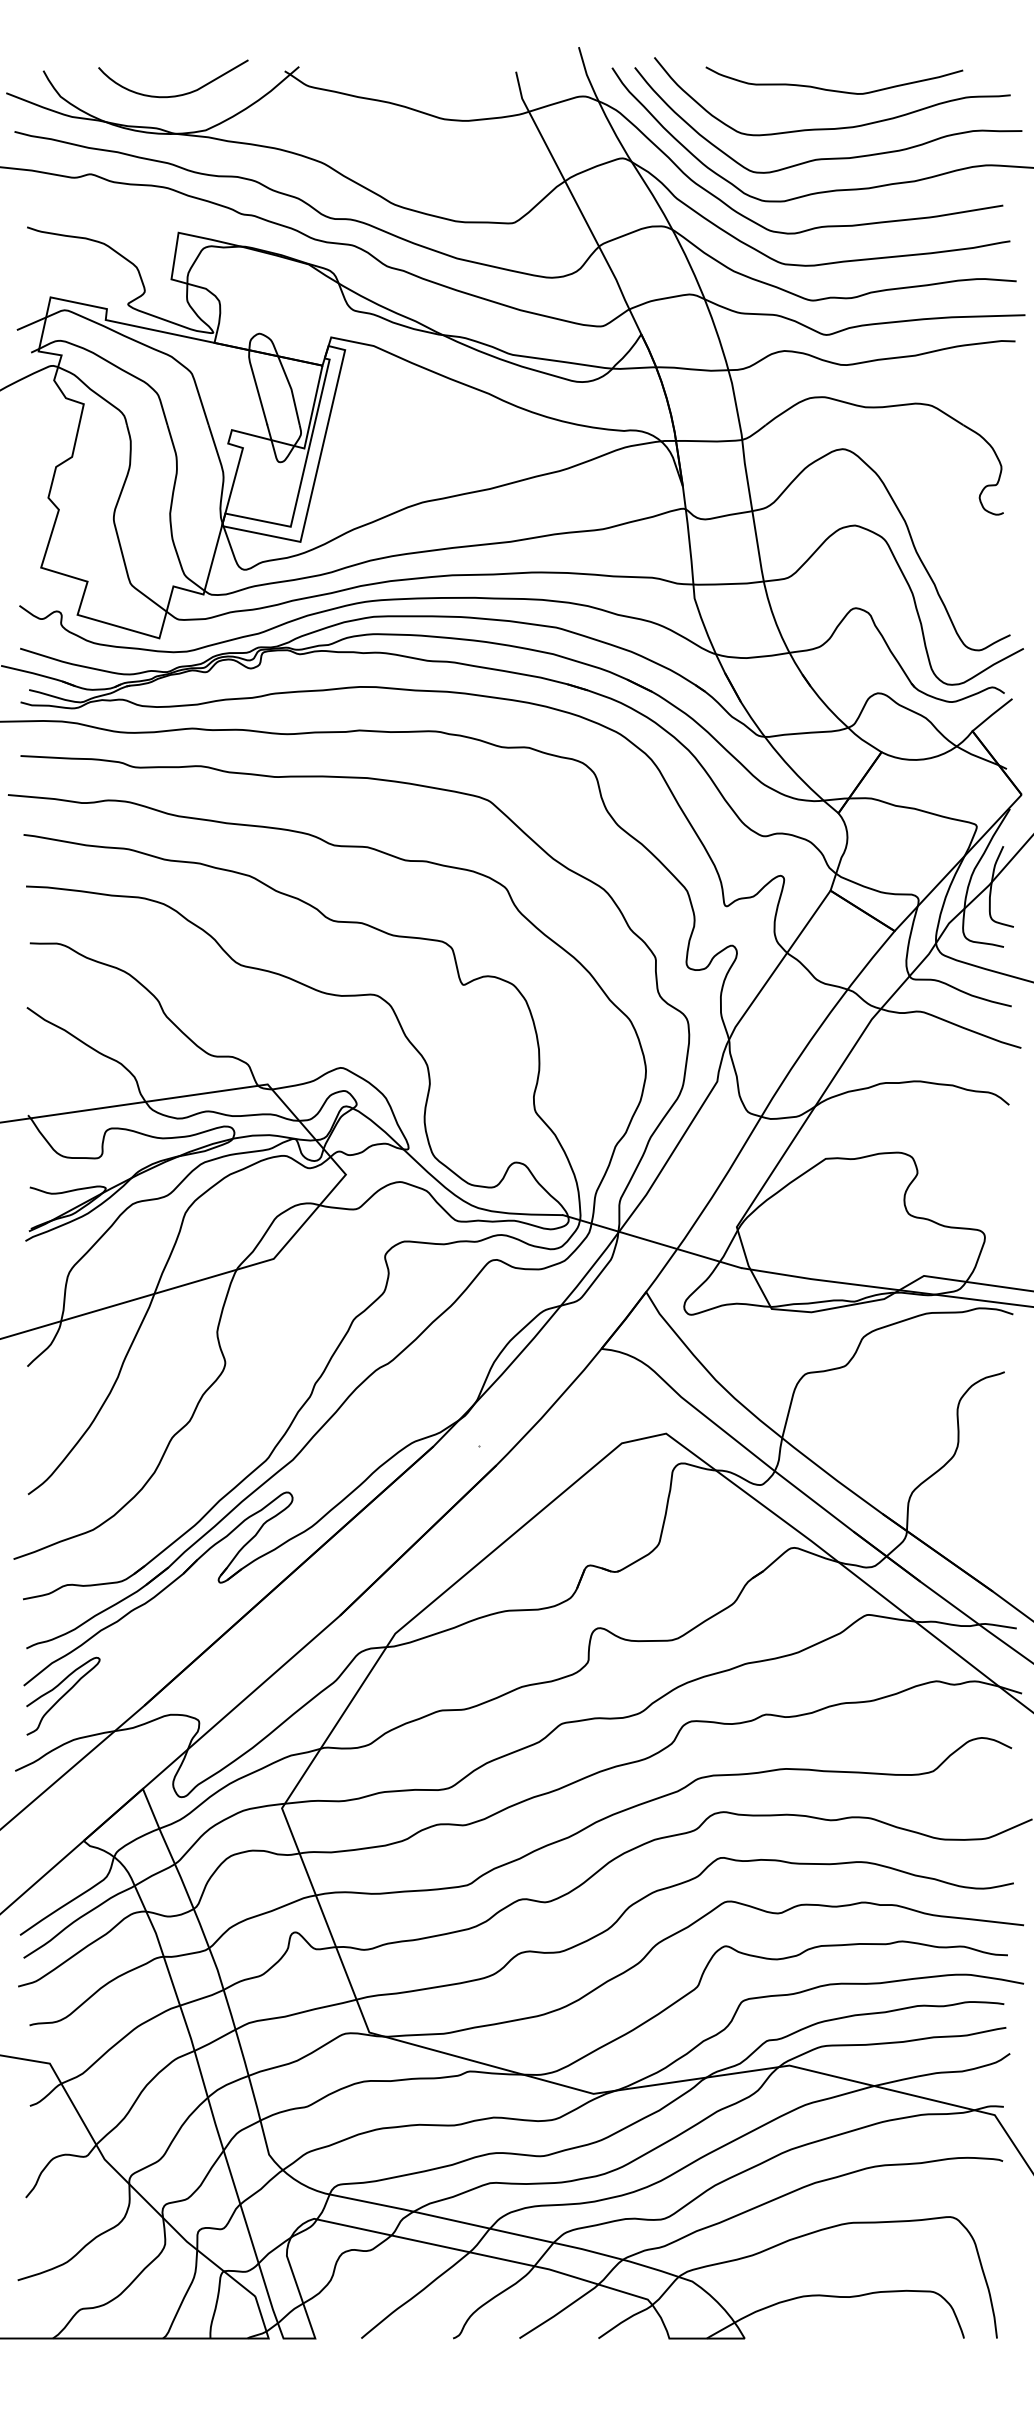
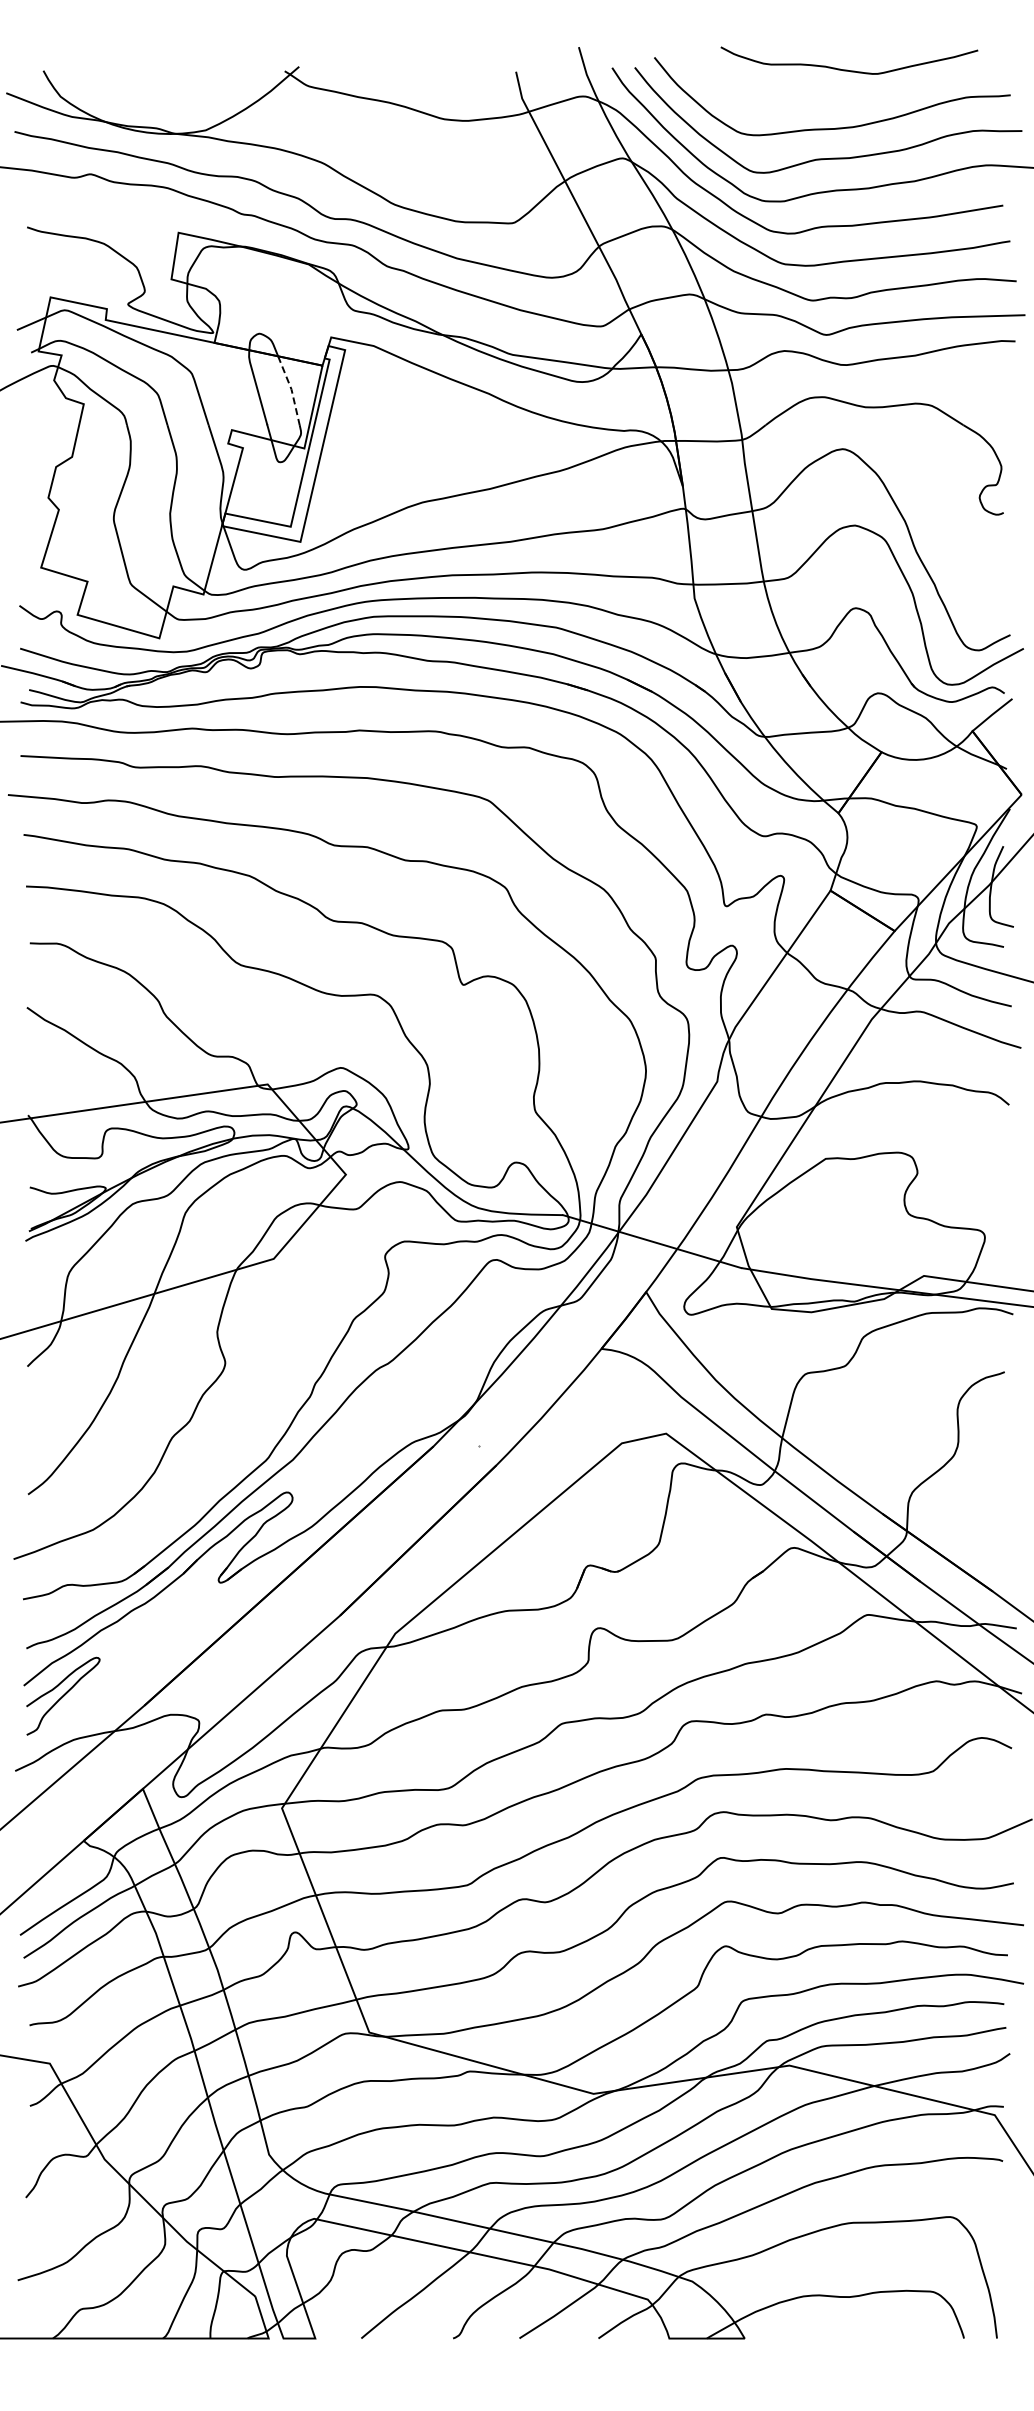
curve at (832, 89) position: (832, 89) -> (847, 69)
curve at (178, 94): present -> none
line at (291, 389): solid -> dashed
